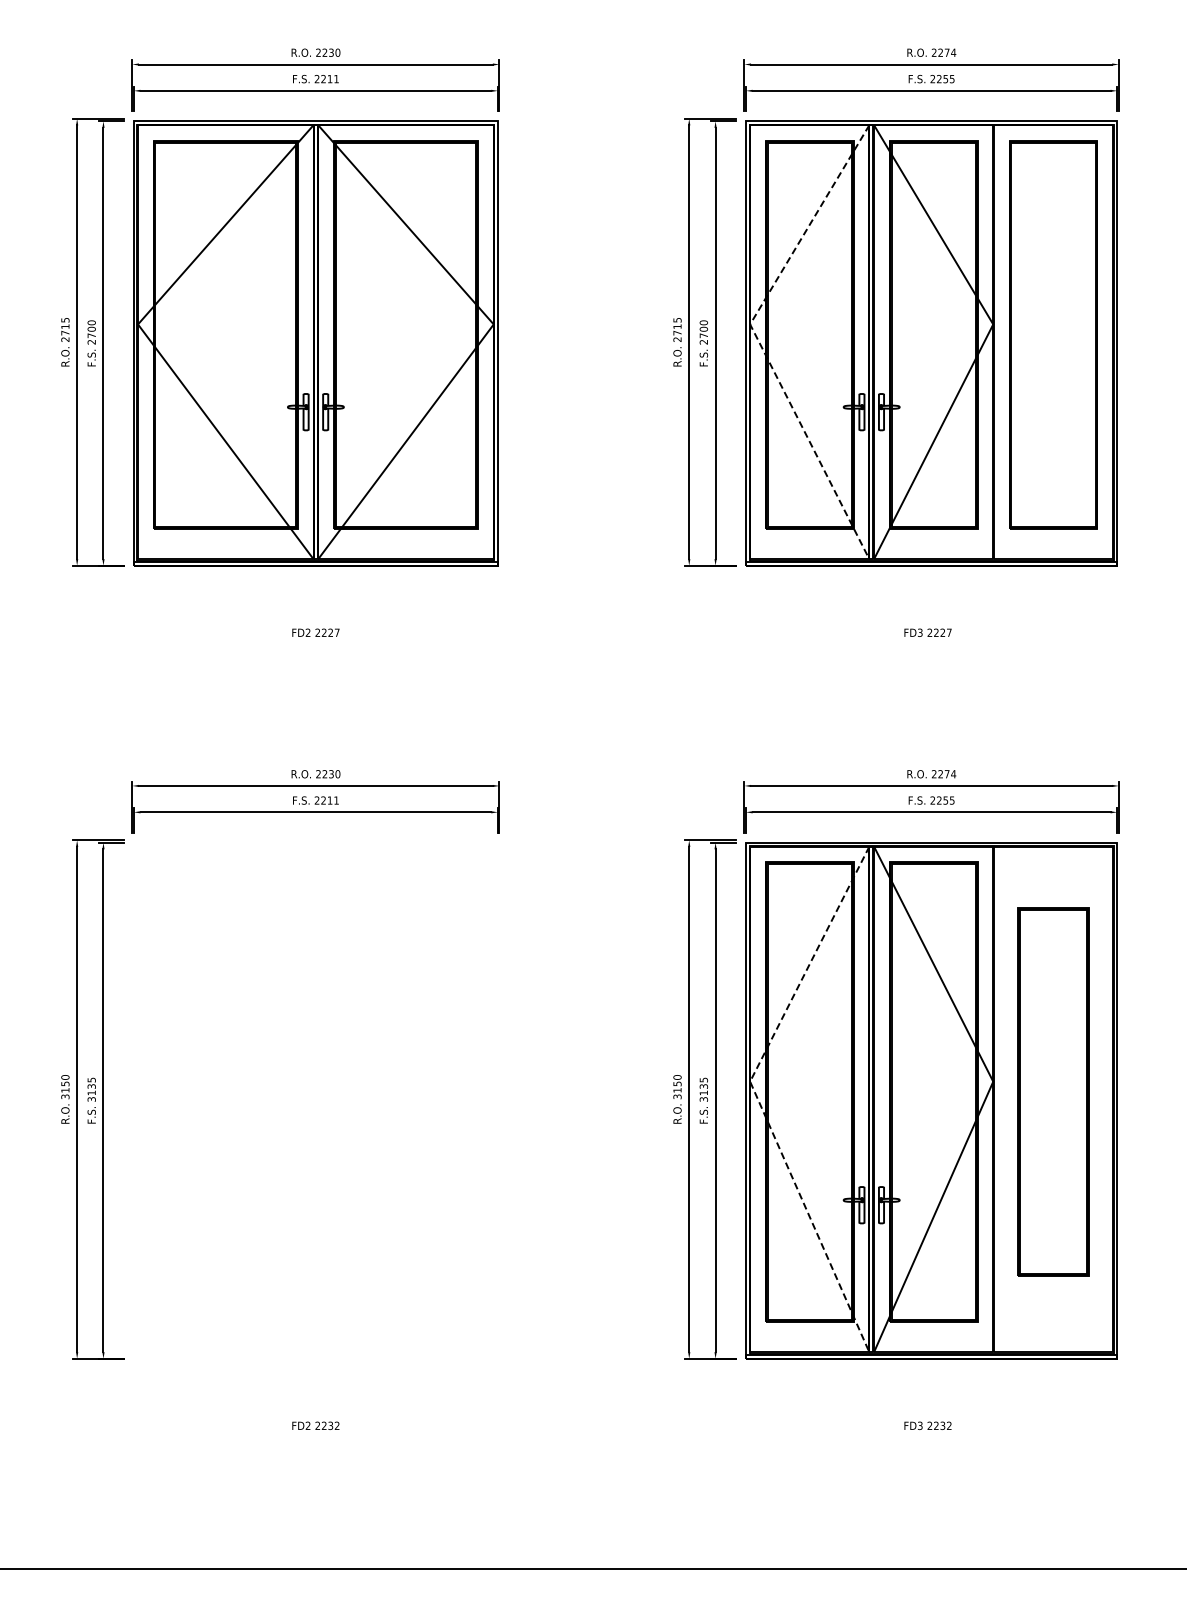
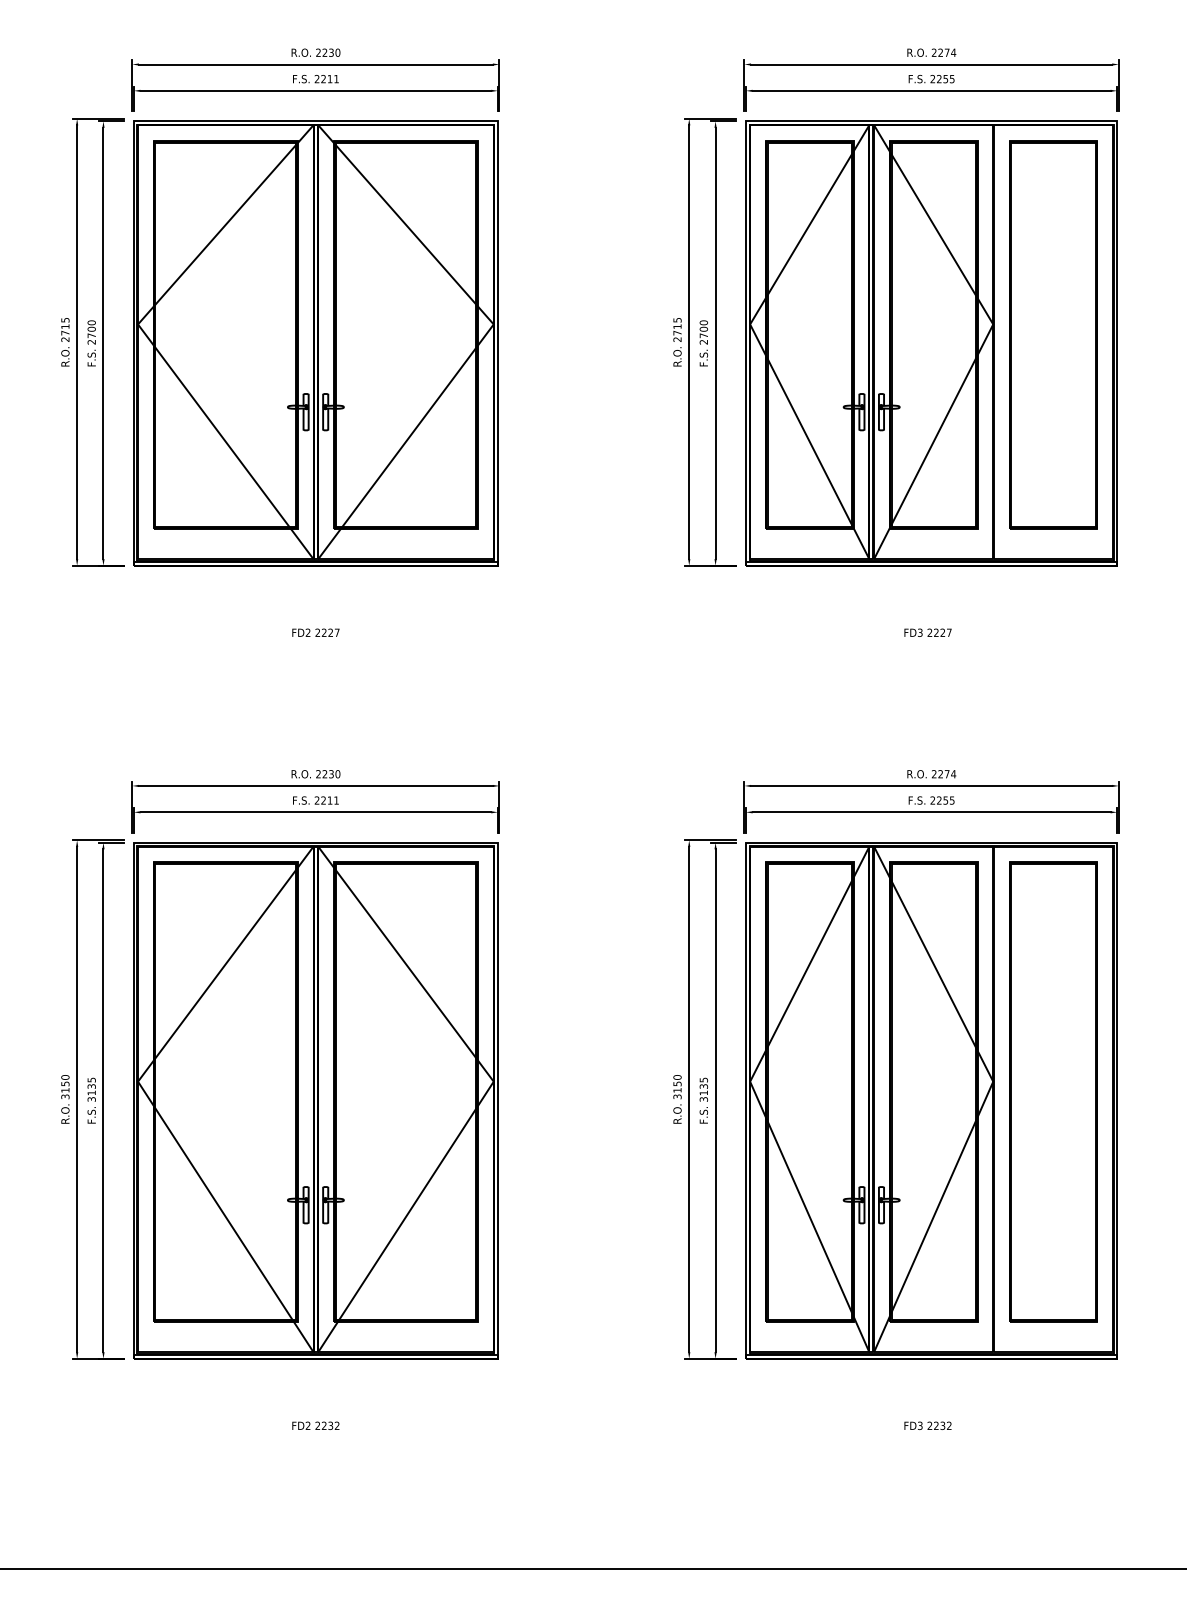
line at (756, 337): dashed -> solid
part at (1053, 1091) size: 73x370 px -> 89x462 px
line at (756, 1096): dashed -> solid
part at (315, 1100): none -> present
